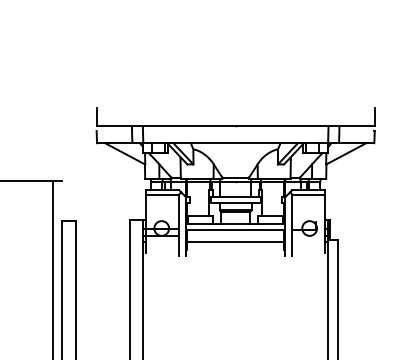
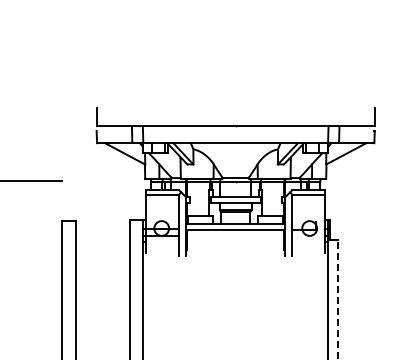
line at (235, 242): present -> none
line at (52, 268): present -> none
line at (338, 299): solid -> dashed
